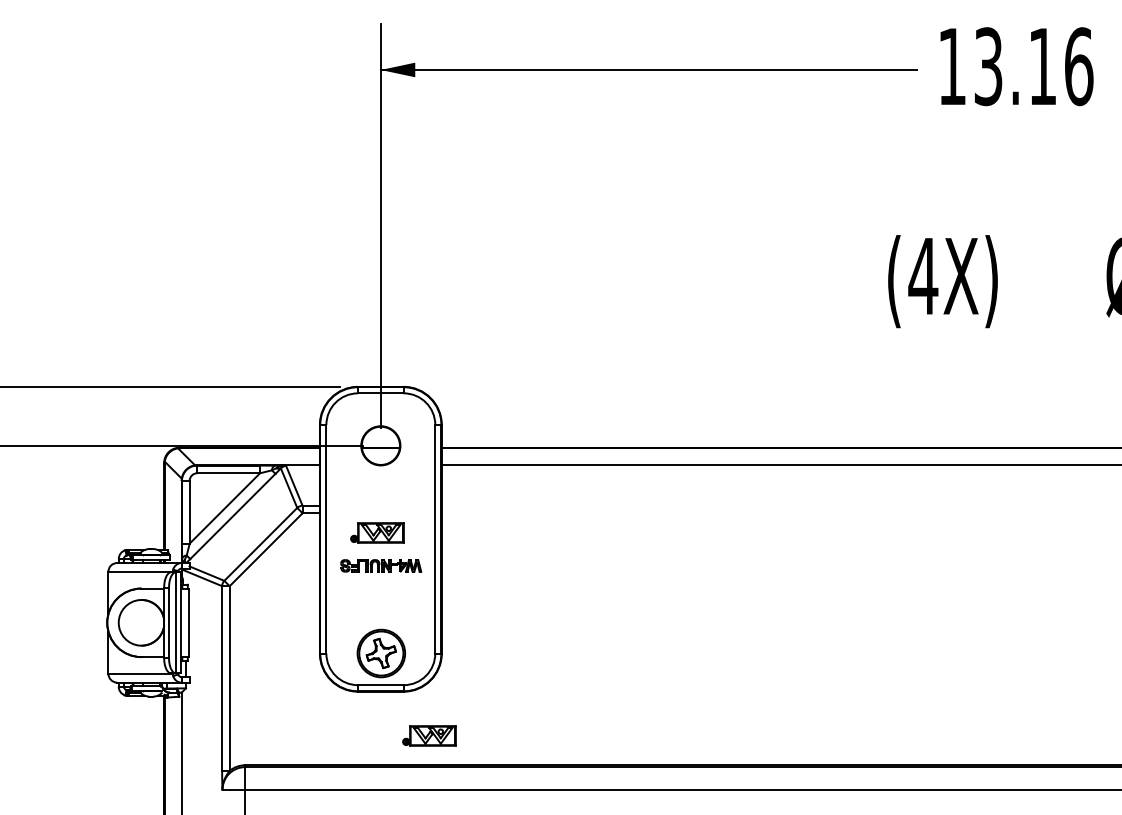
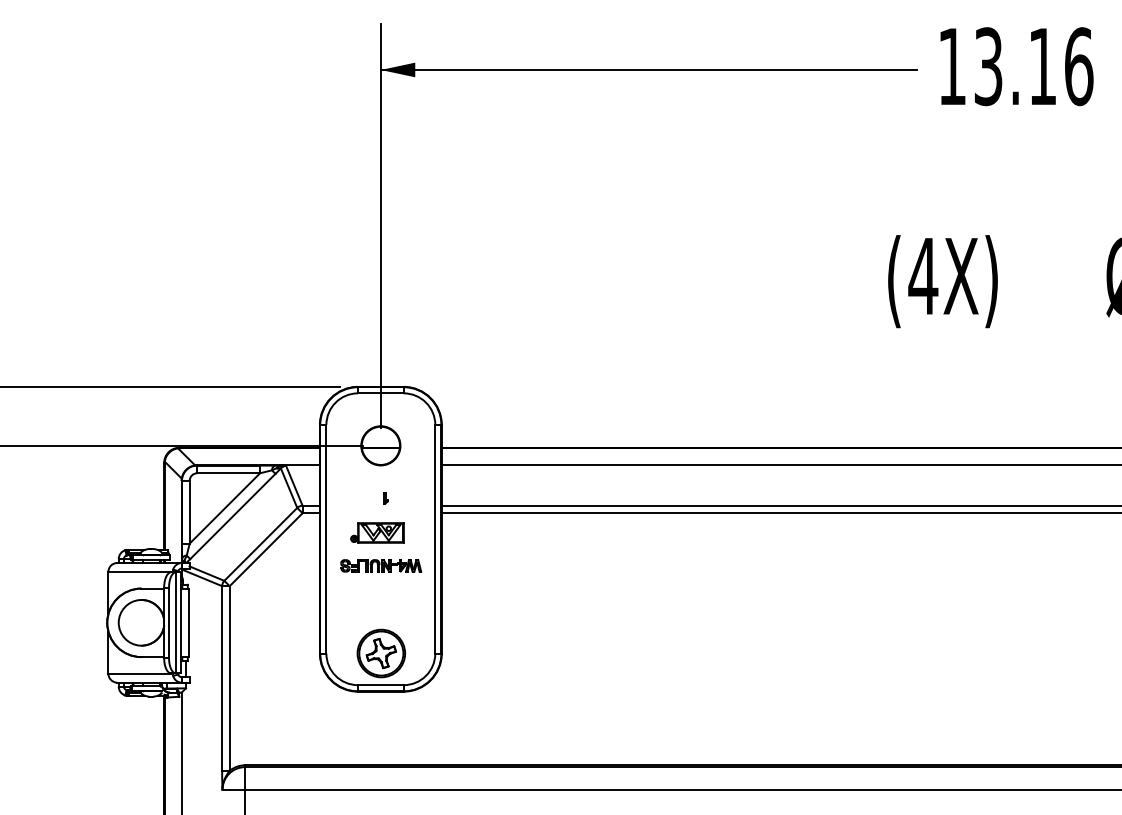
part at (385, 498): none -> present
line at (779, 505): none -> present
line at (779, 513): none -> present
part at (429, 735): present -> none
